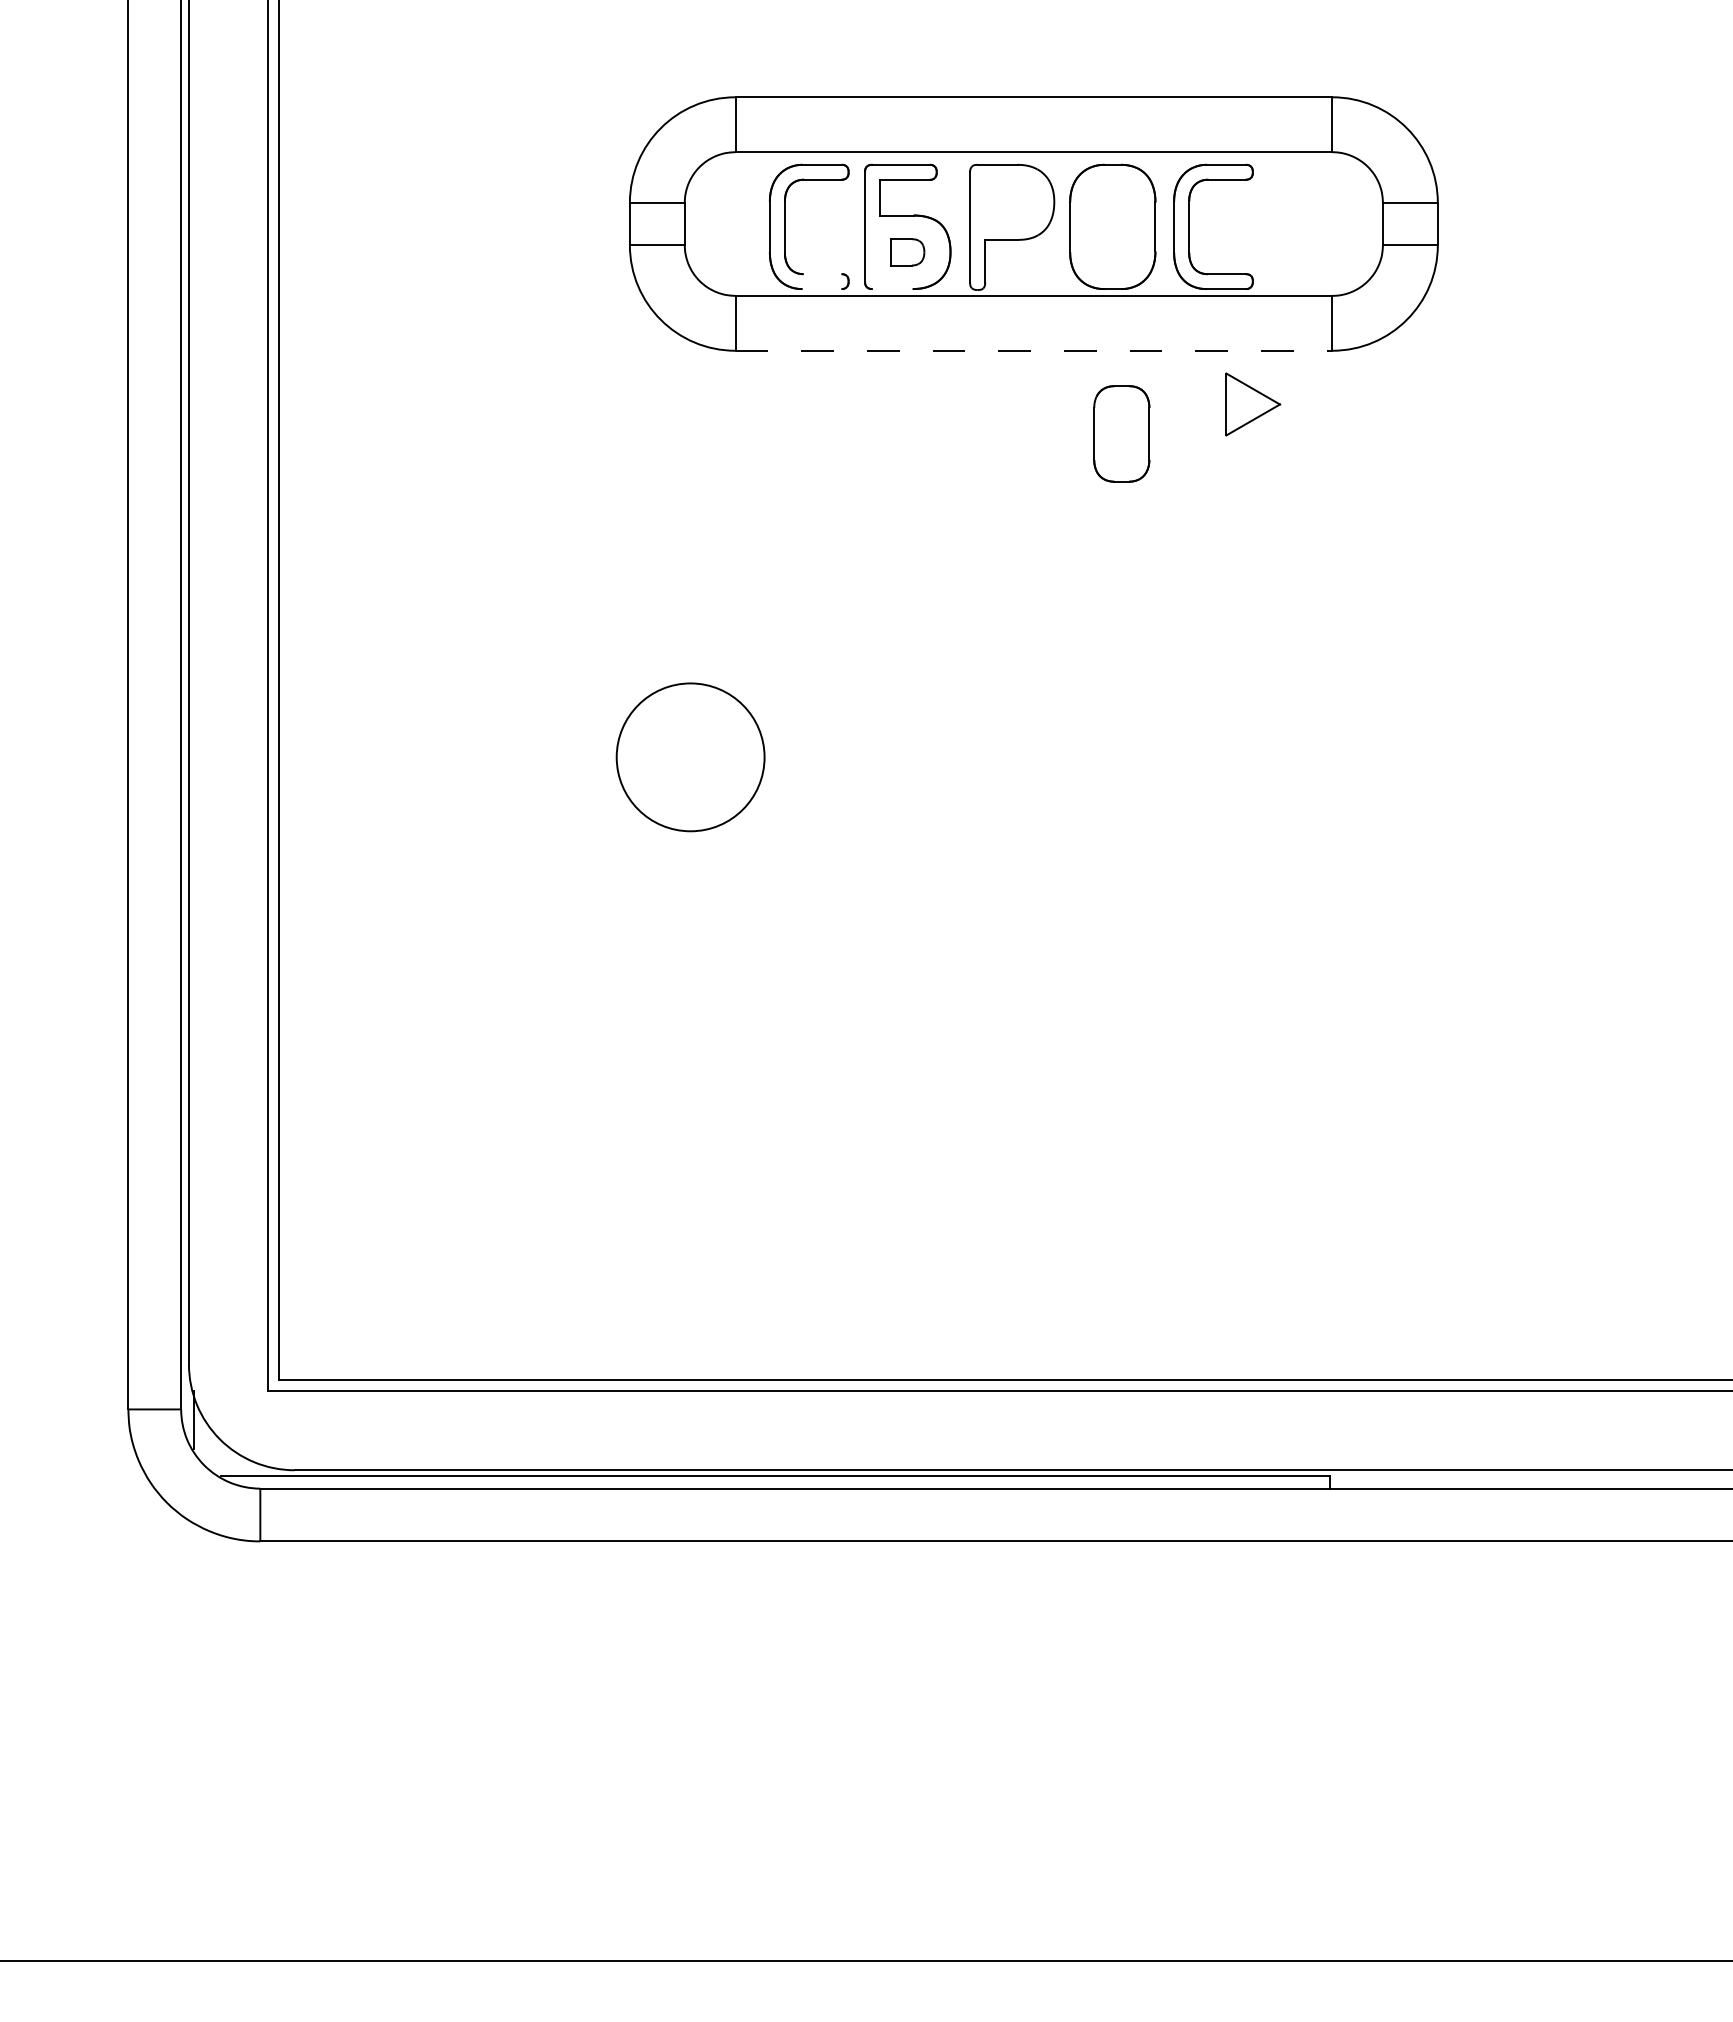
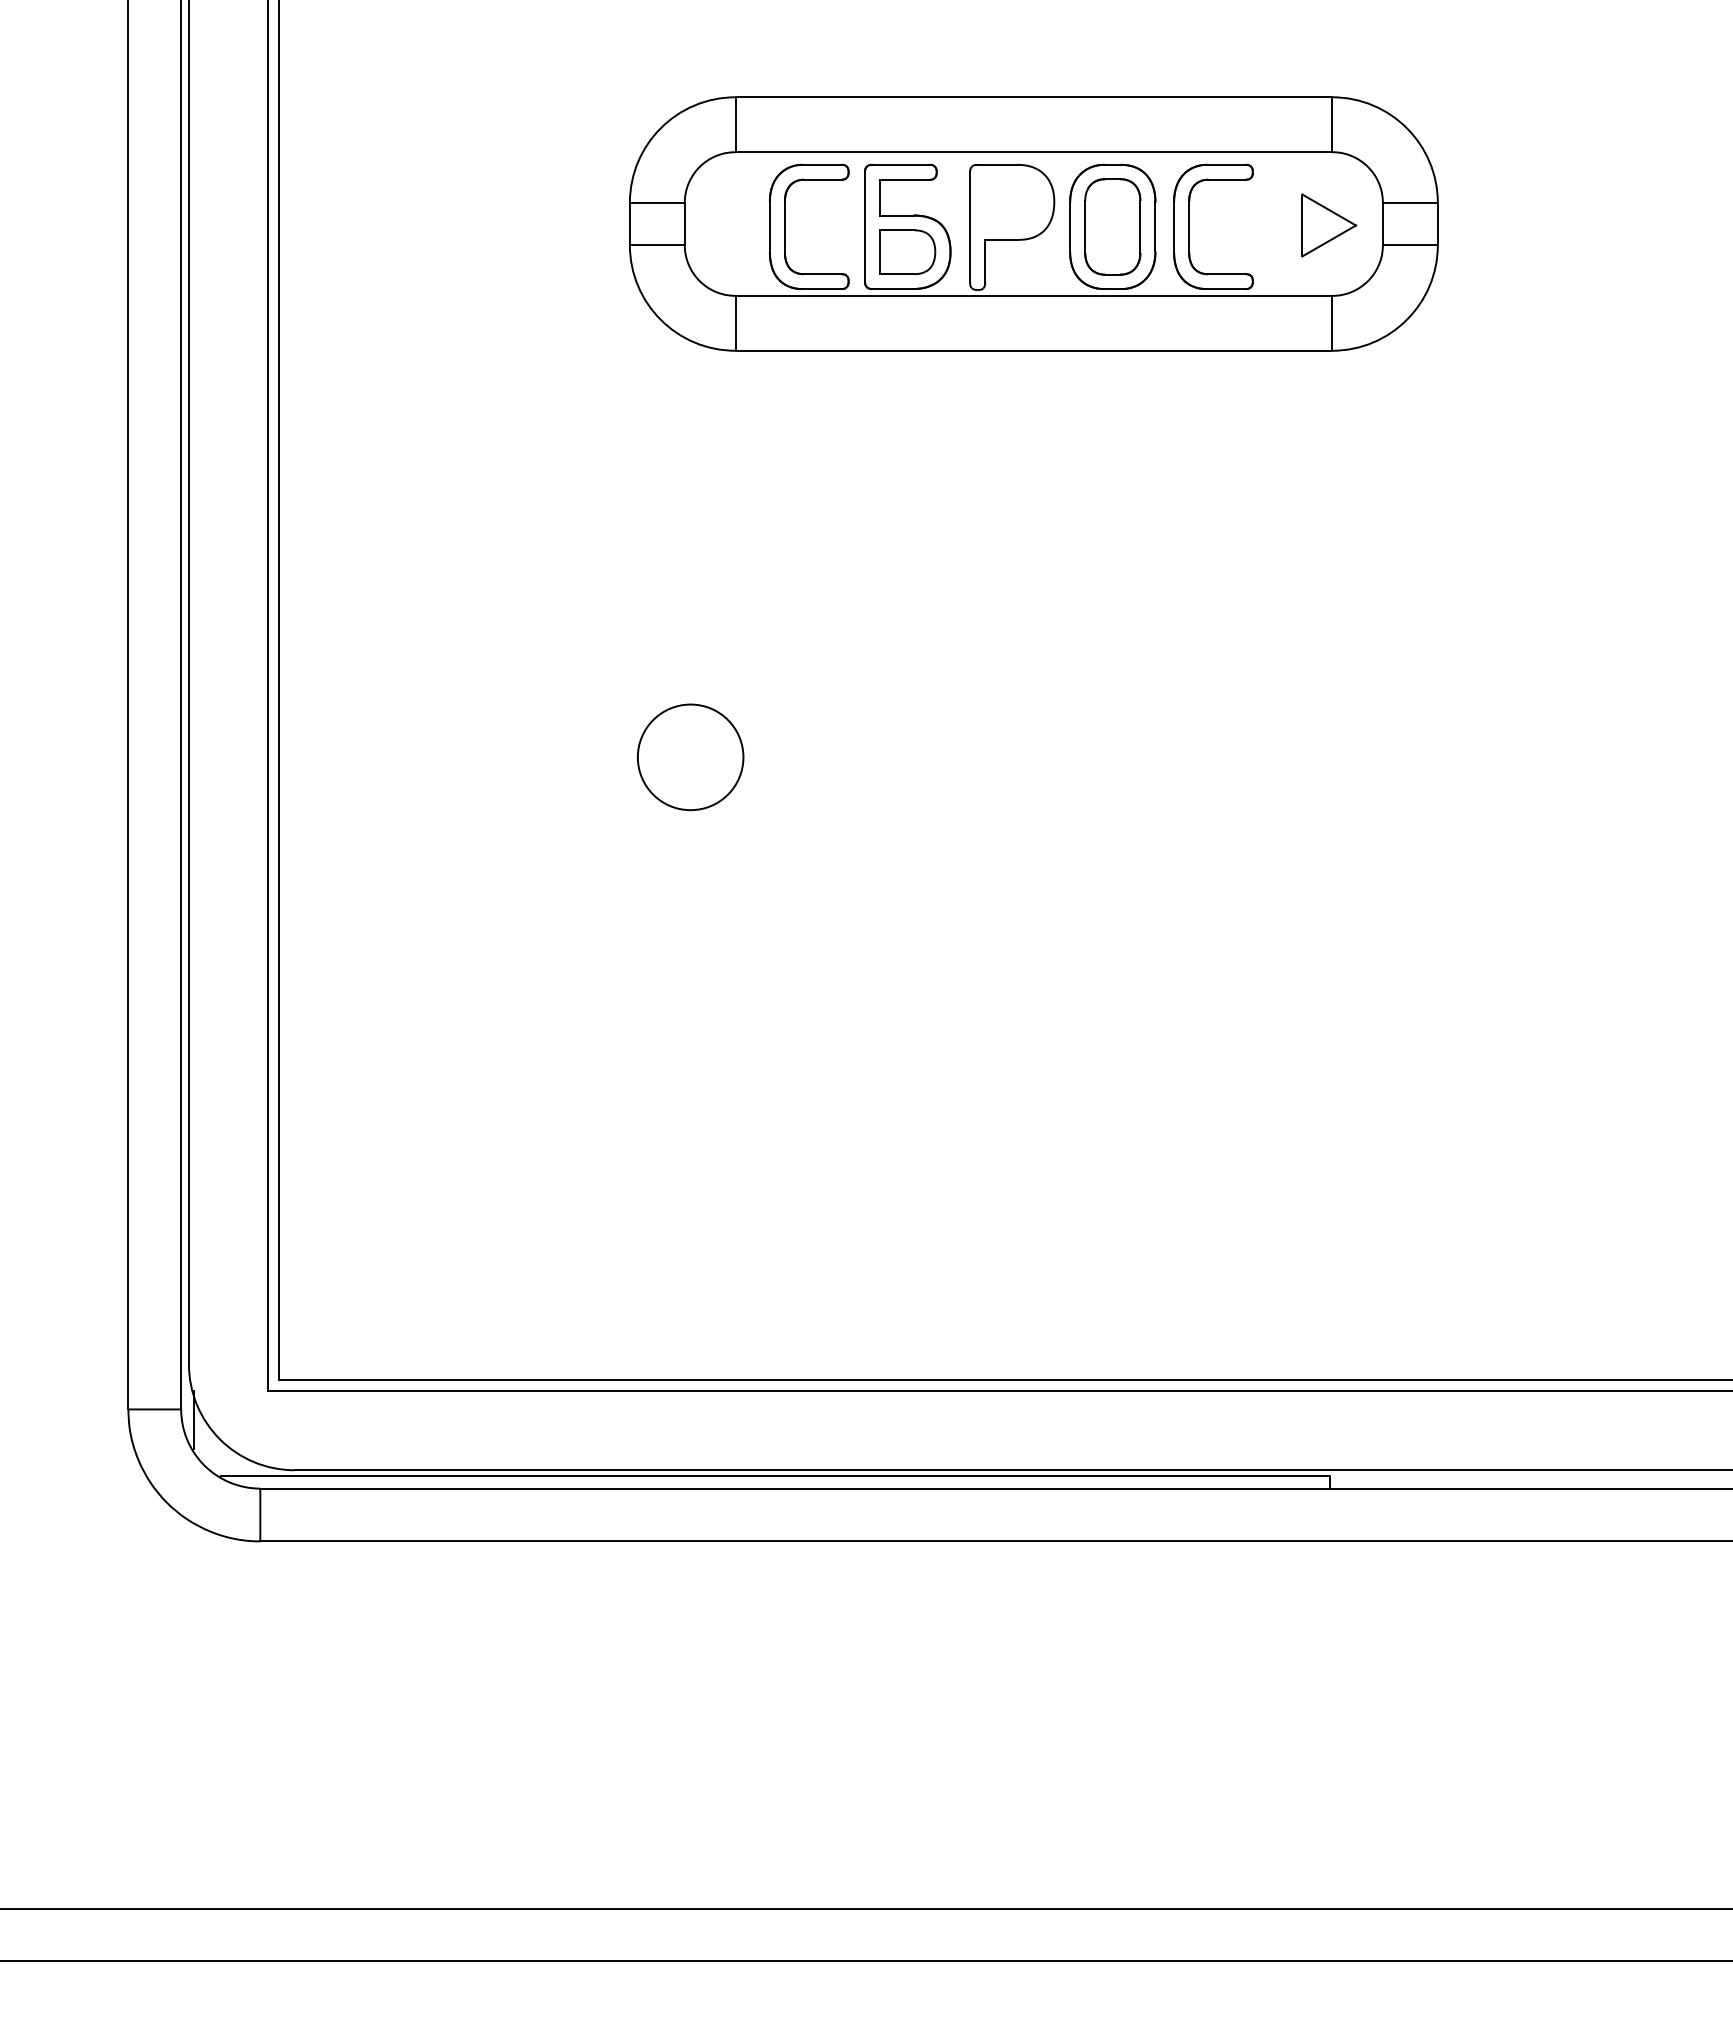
part at (907, 252) size: 36x29 px -> 58x47 px
line at (822, 274): none -> present
line at (821, 289): none -> present
line at (892, 289): none -> present
line at (1034, 350): dashed -> solid
part at (1253, 404) position: (1253, 404) -> (1329, 225)
part at (1121, 433) position: (1121, 433) -> (1112, 226)
circle at (690, 757) diameter: 148 px -> 106 px
line at (865, 1908): none -> present
